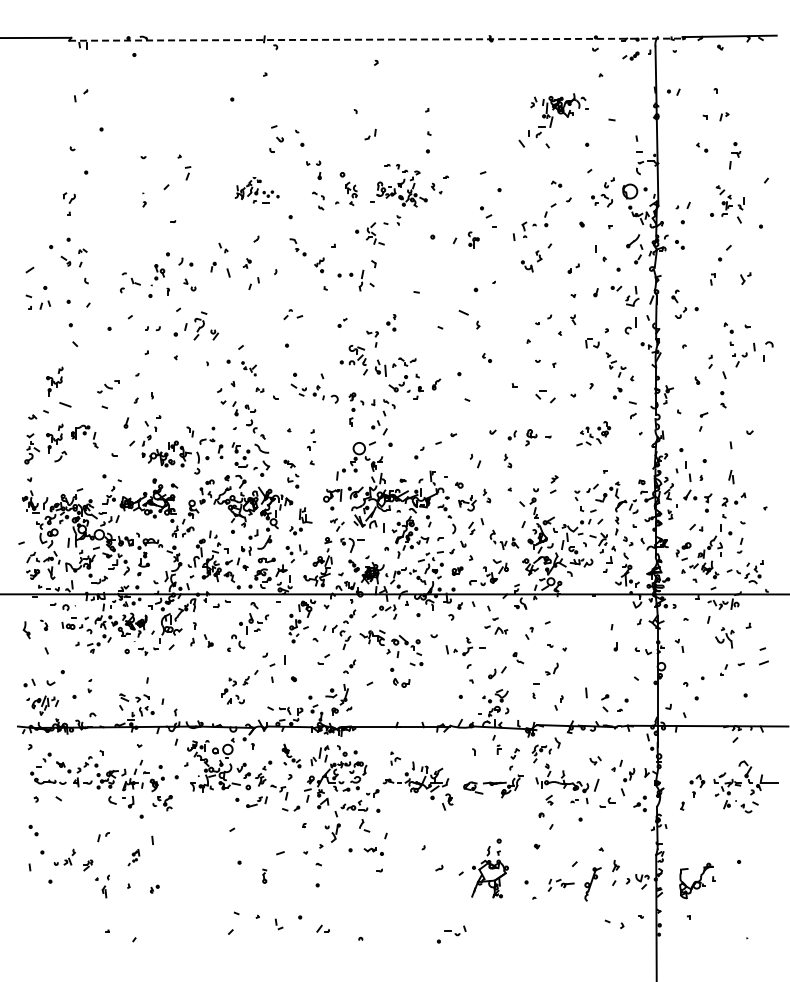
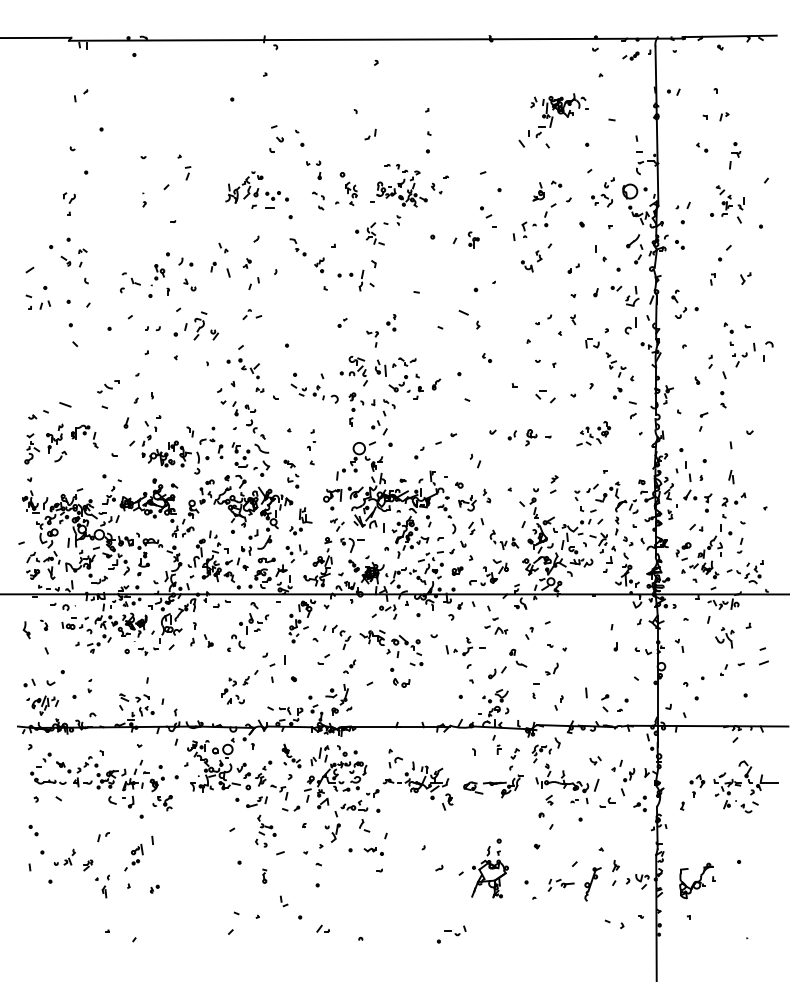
line at (376, 39): dashed -> solid
part at (256, 190) size: 46x27 px -> 64x38 px
part at (538, 191): none -> present
part at (293, 314) position: (293, 314) -> (252, 314)
part at (353, 360) position: (353, 360) -> (353, 371)
part at (248, 368) size: 16x16 px -> 22x22 px
part at (54, 381): present -> none
part at (507, 460): present -> none
part at (349, 616): present -> none
part at (518, 658) size: 13x13 px -> 19x20 px
part at (395, 758) size: 12x15 px -> 15x21 px
part at (265, 830): none -> present
part at (133, 857) size: 14x18 px -> 20x29 px
part at (278, 924) position: (278, 924) -> (283, 901)
